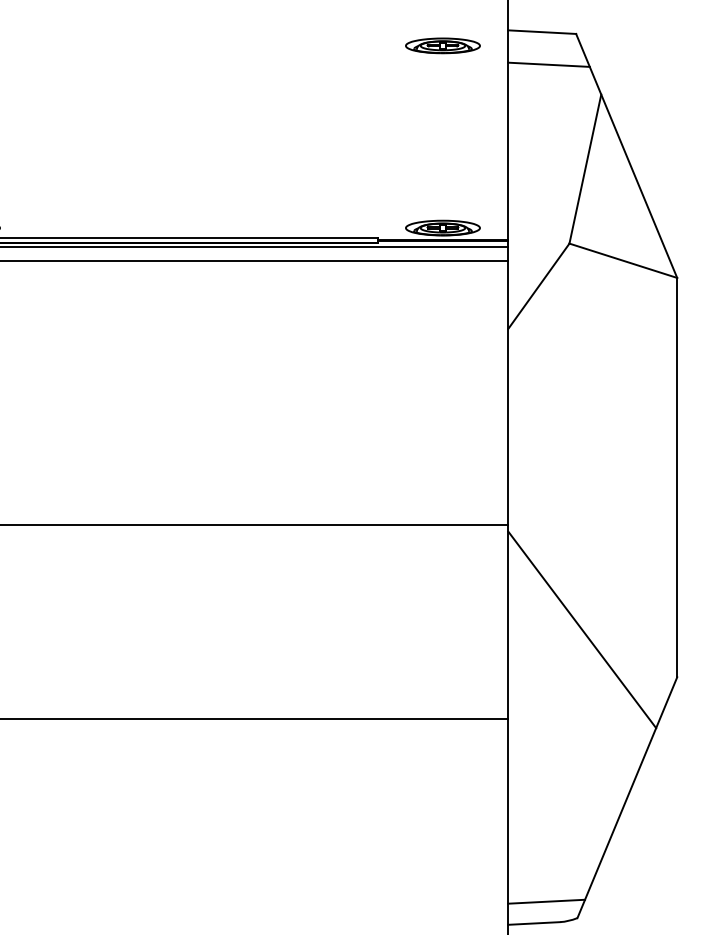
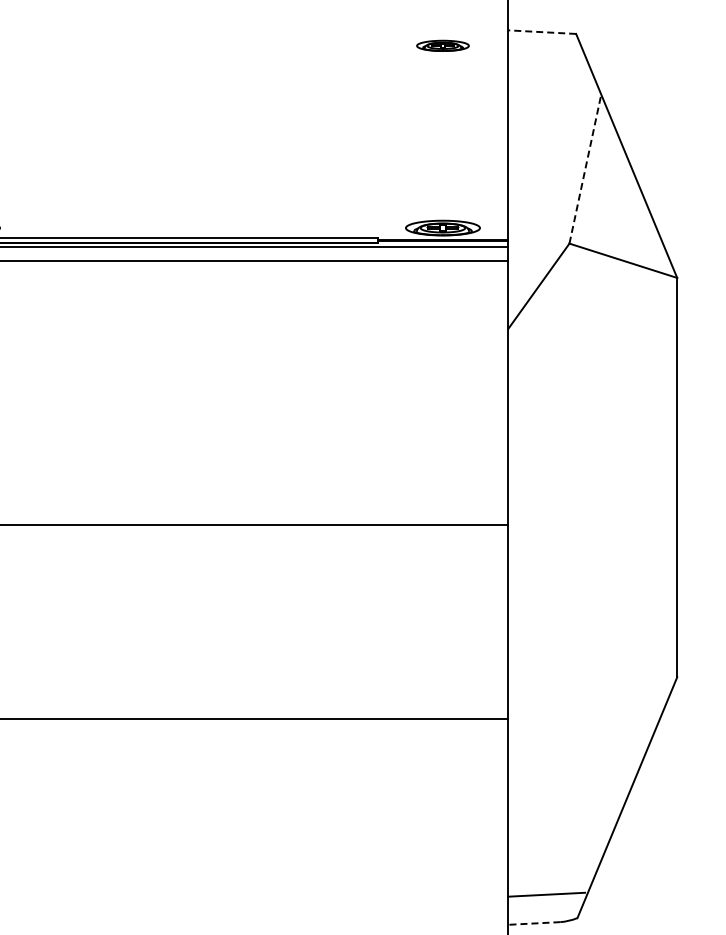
line at (542, 32): solid -> dashed
part at (442, 45) size: 76x18 px -> 54x13 px
line at (548, 64): present -> none
line at (585, 168): solid -> dashed
line at (582, 629): present -> none
line at (546, 901) position: (546, 901) -> (546, 894)
line at (533, 923): solid -> dashed
